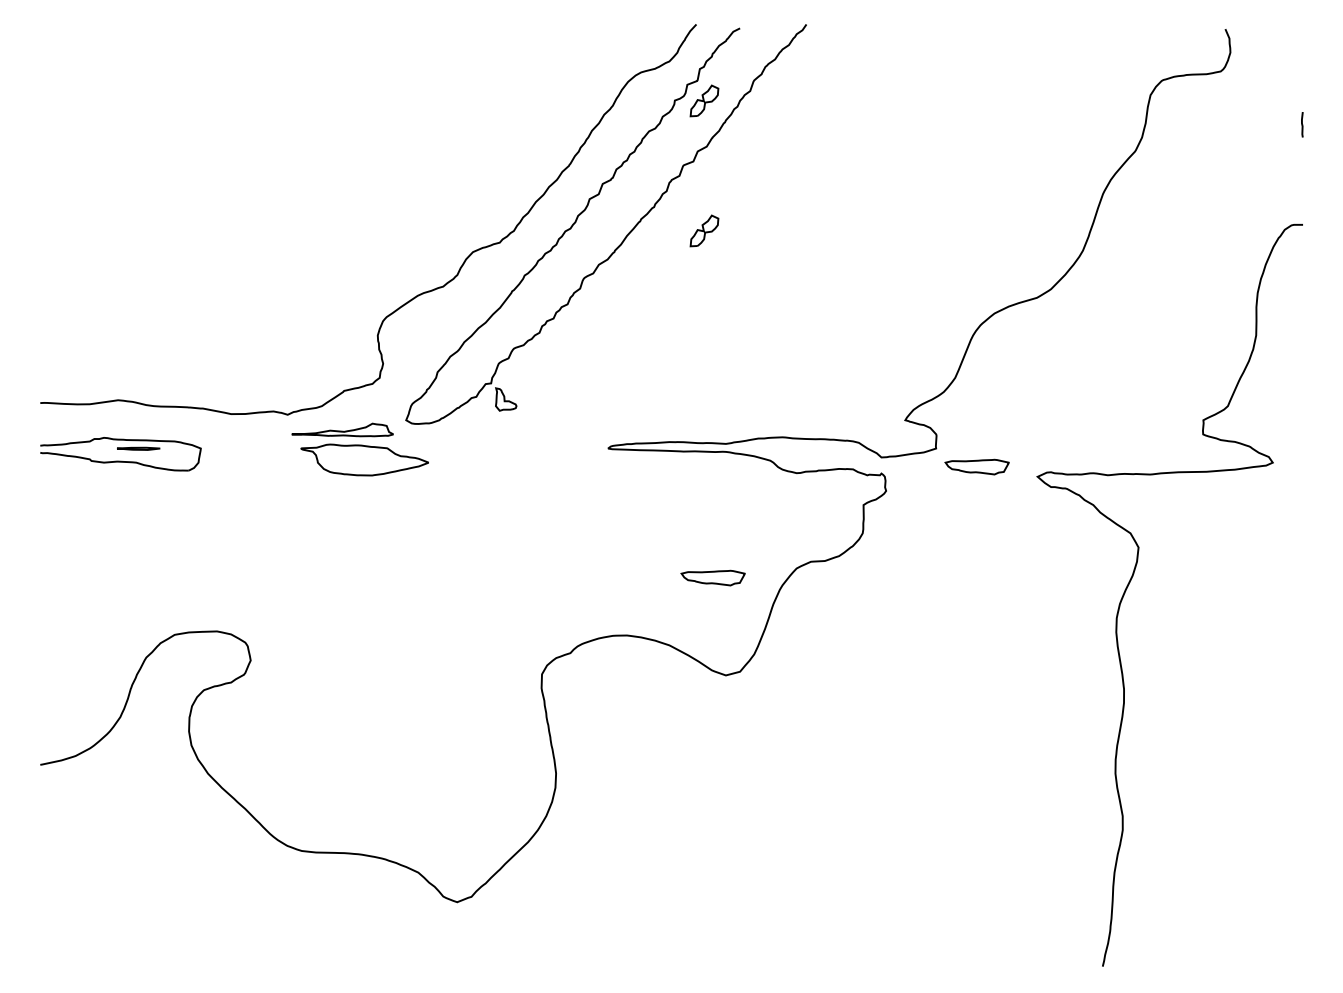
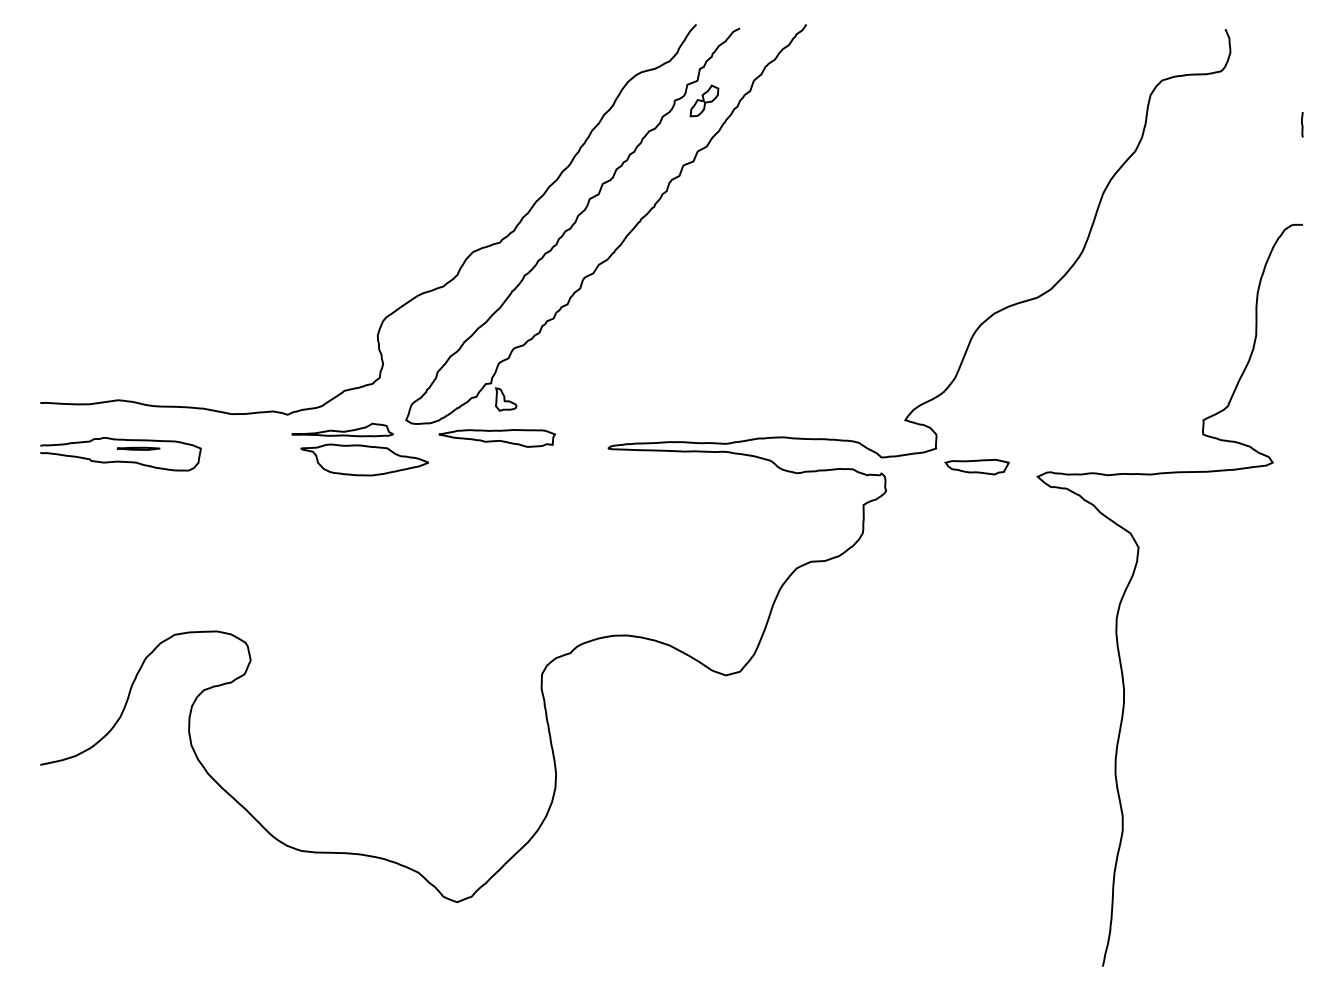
part at (704, 230): present -> none
part at (497, 438): none -> present
part at (712, 577): present -> none
